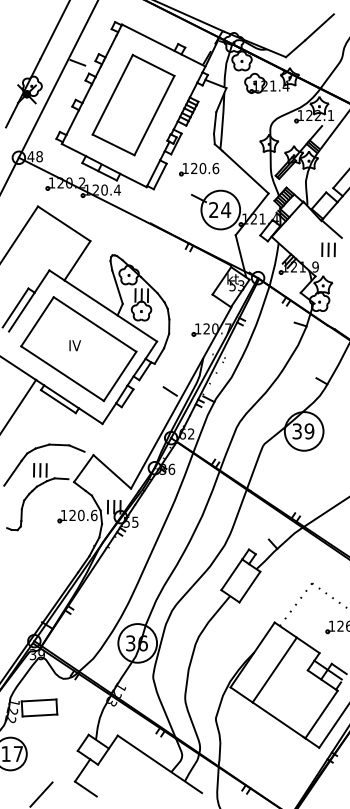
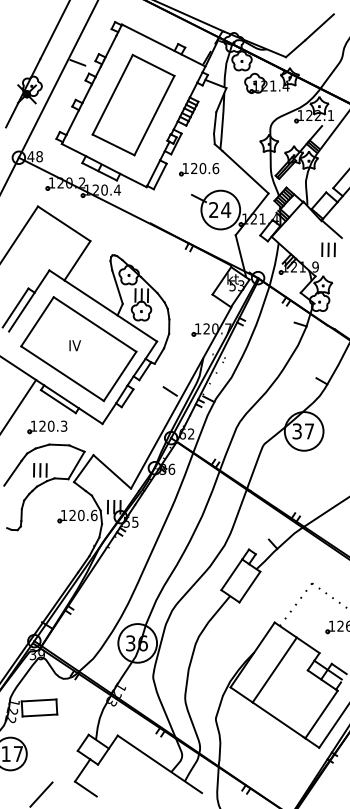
part at (47, 427): none -> present
text at (309, 431): 39 -> 37
line at (76, 465): none -> present
